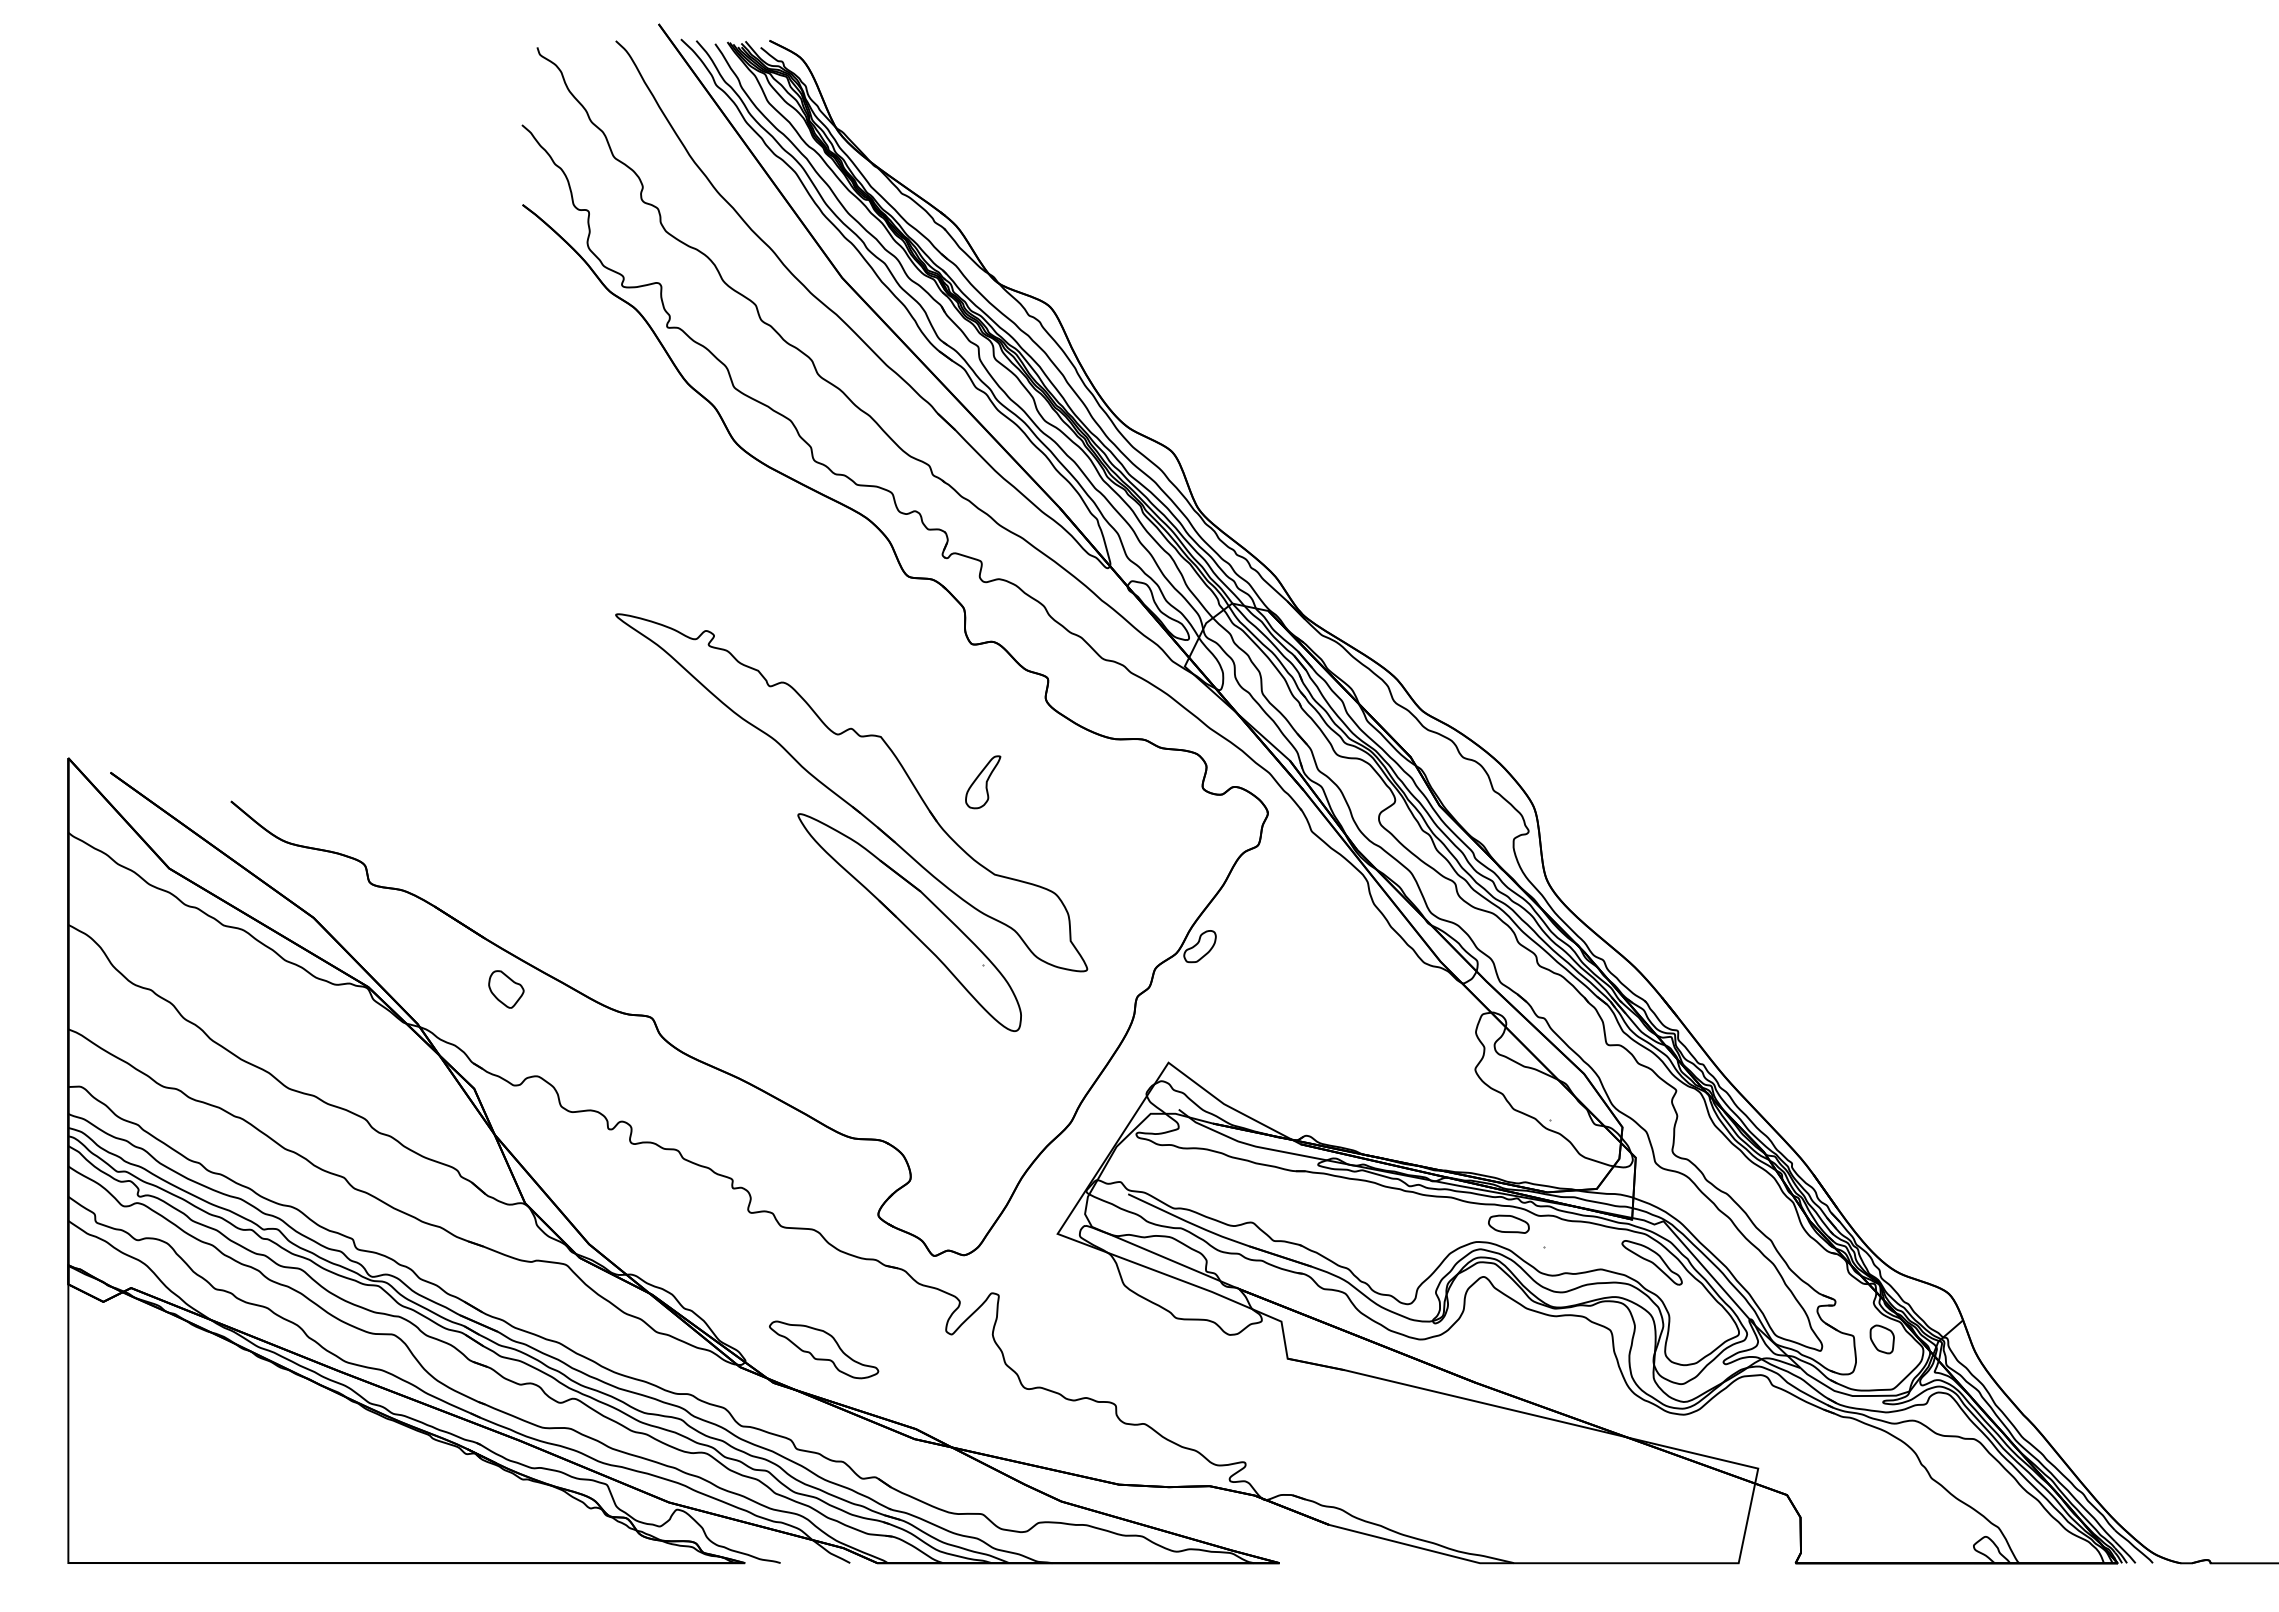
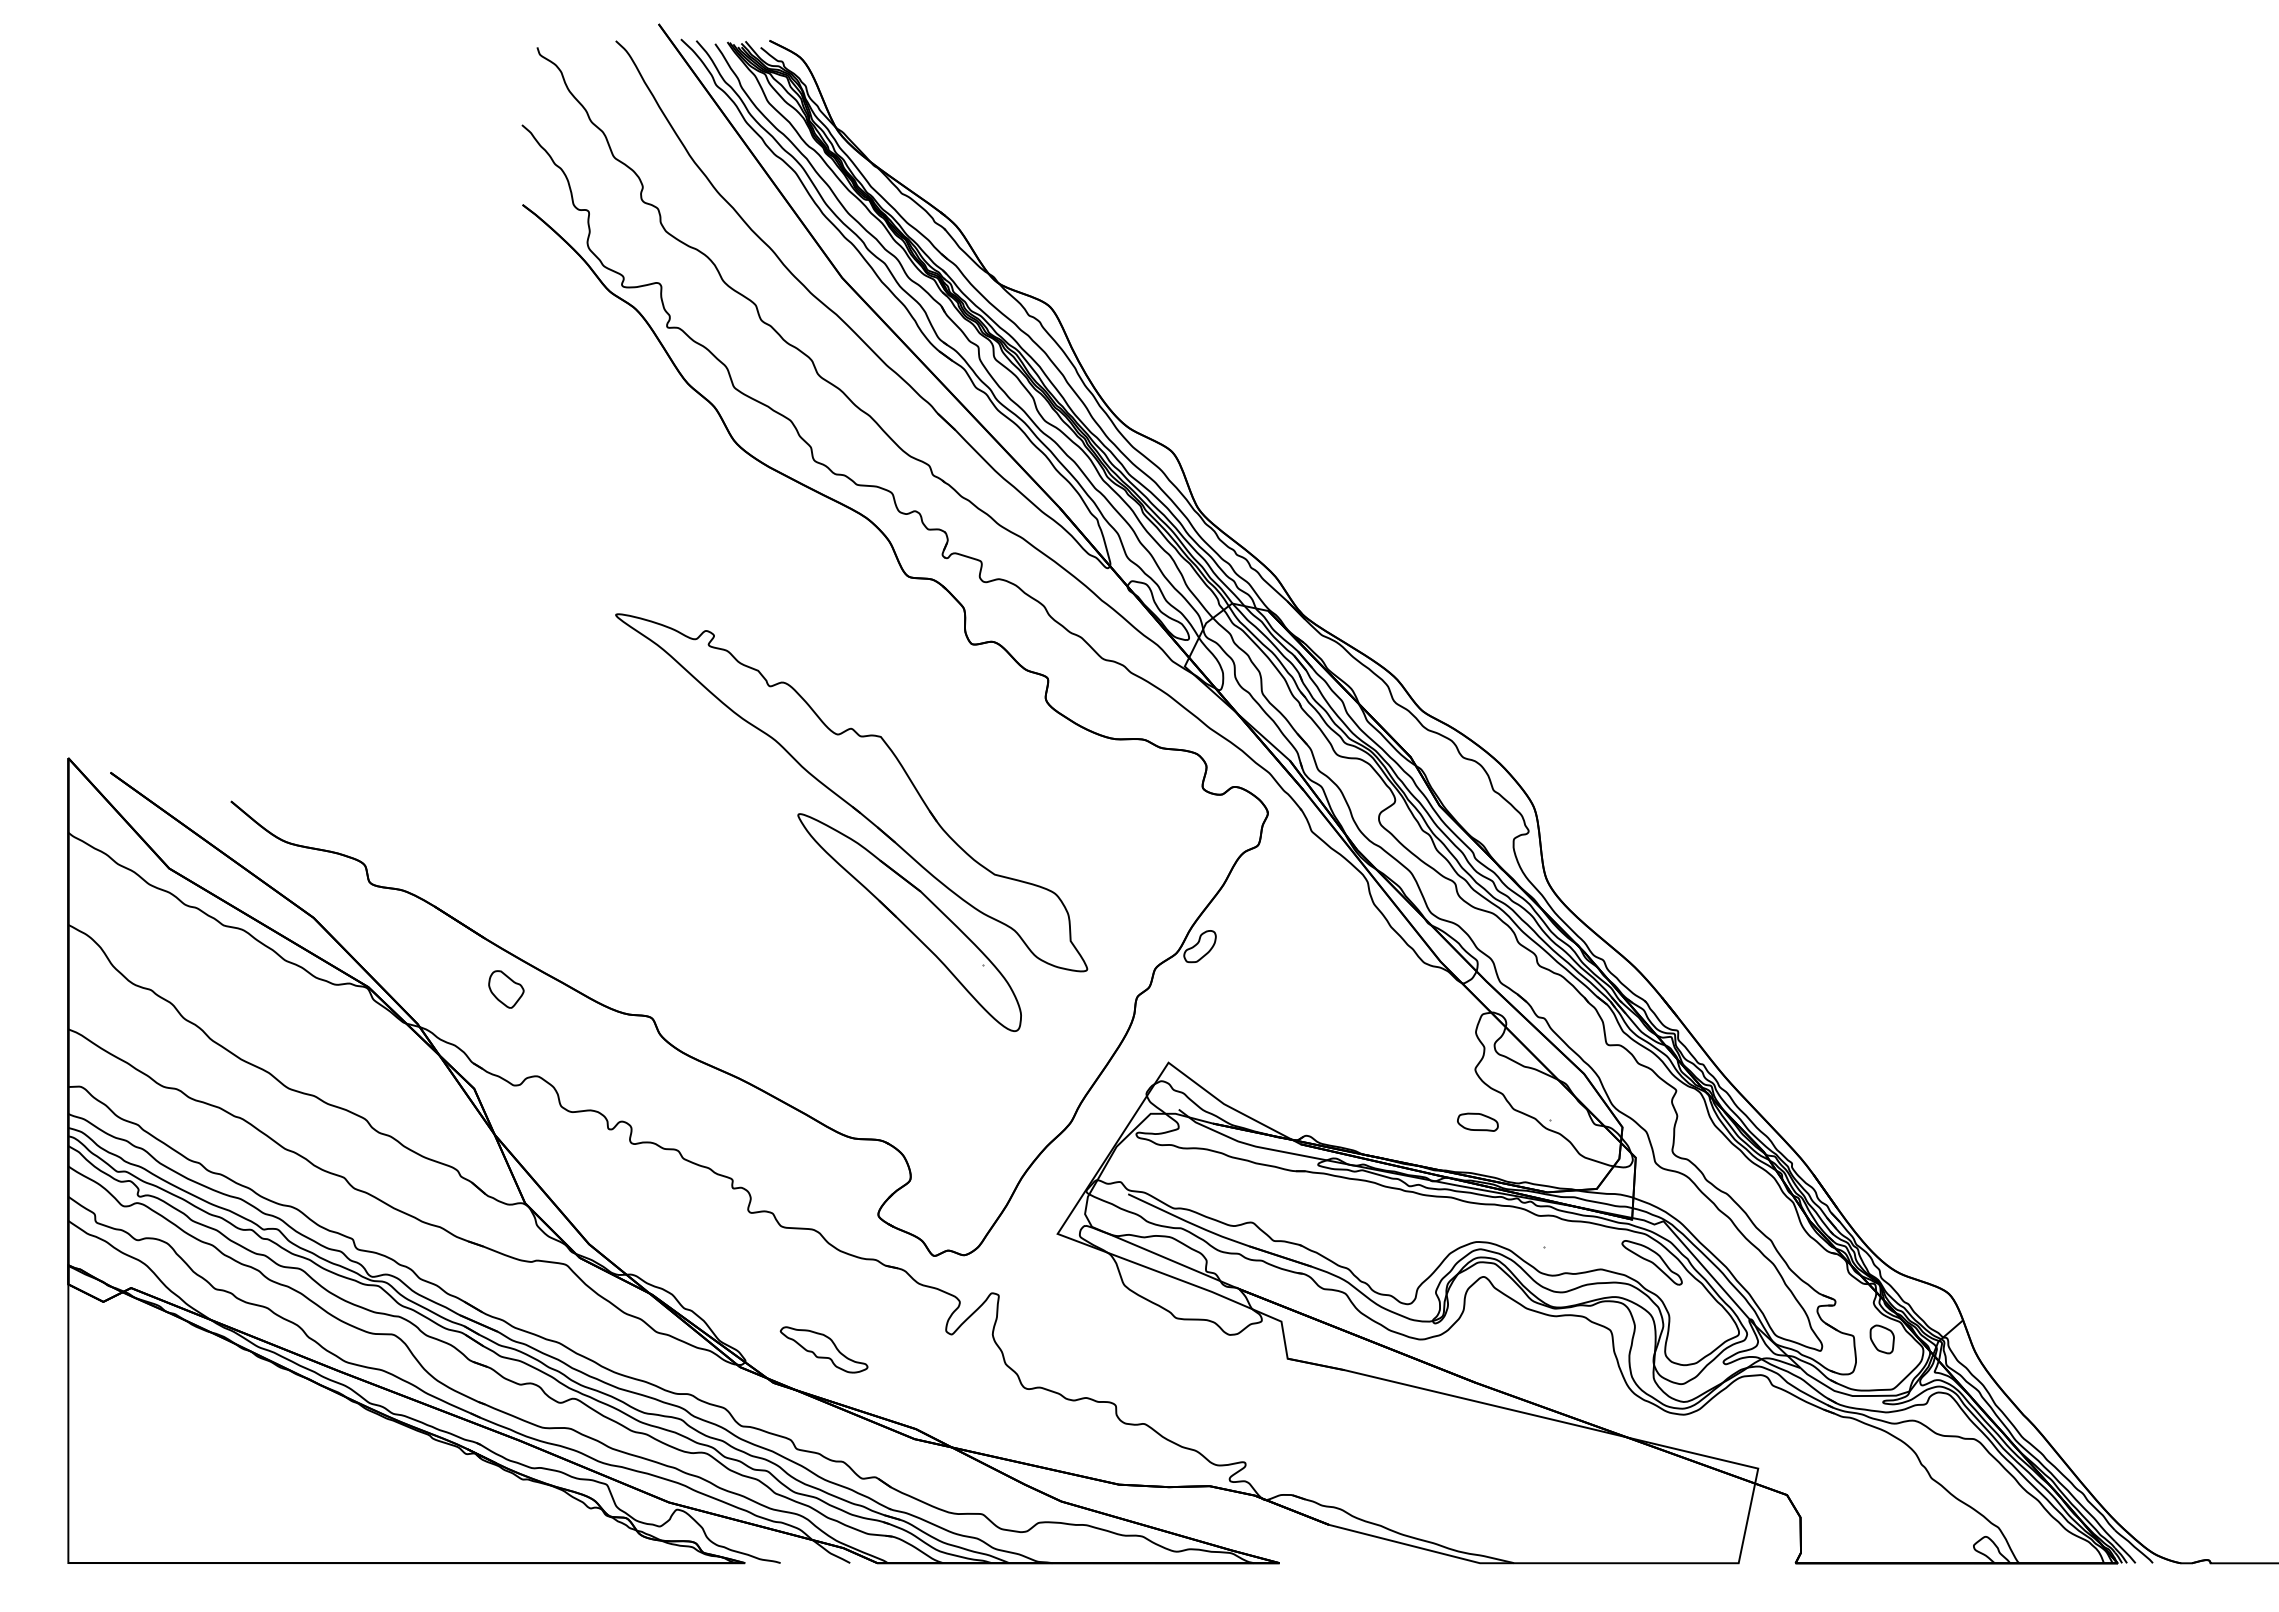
part at (983, 782): present -> none
part at (1508, 1223) position: (1508, 1223) -> (1477, 1121)
part at (824, 1349) size: 111x60 px -> 90x48 px
